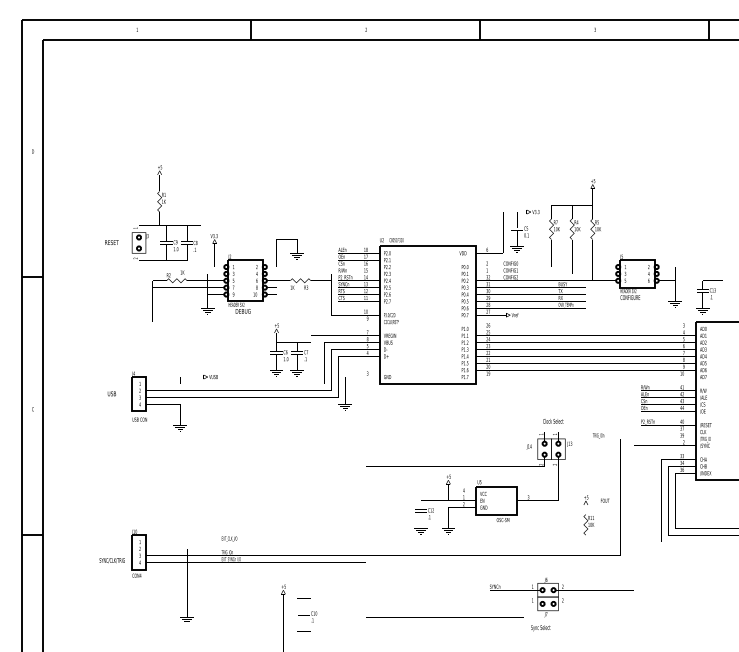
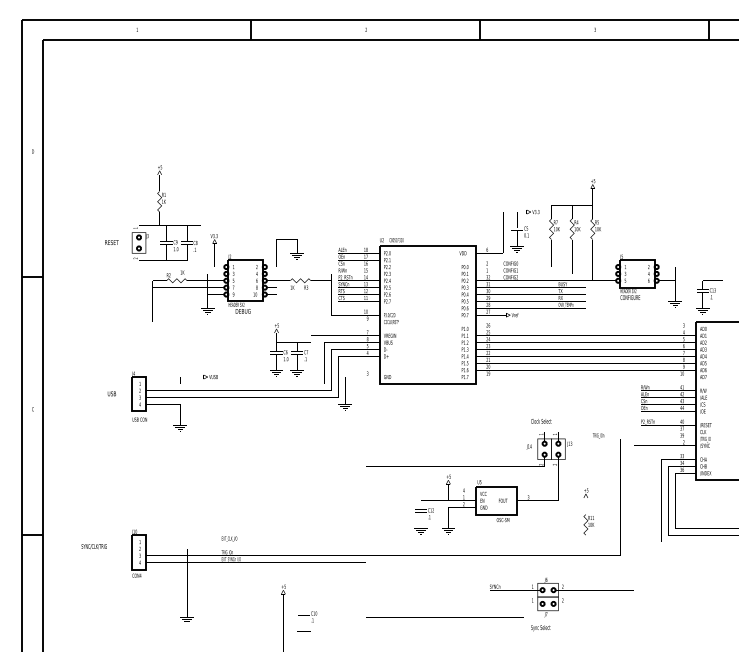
text at (553, 421) position: (553, 421) -> (541, 421)
text at (585, 499) position: (585, 499) -> (585, 492)
text at (605, 500) position: (605, 500) -> (503, 500)
text at (111, 560) position: (111, 560) -> (93, 546)
line at (303, 598): present -> none
